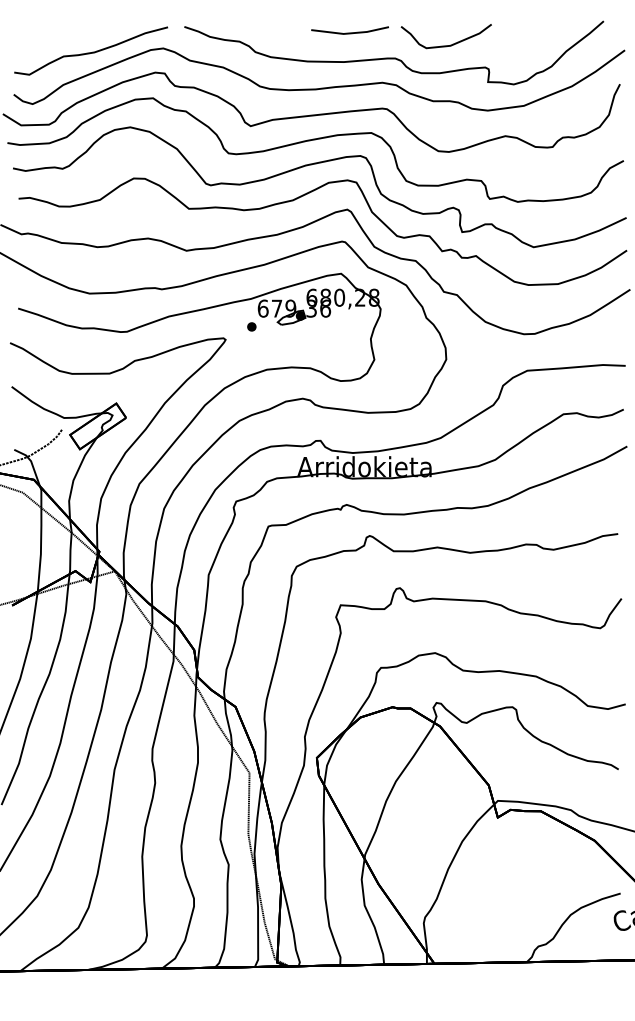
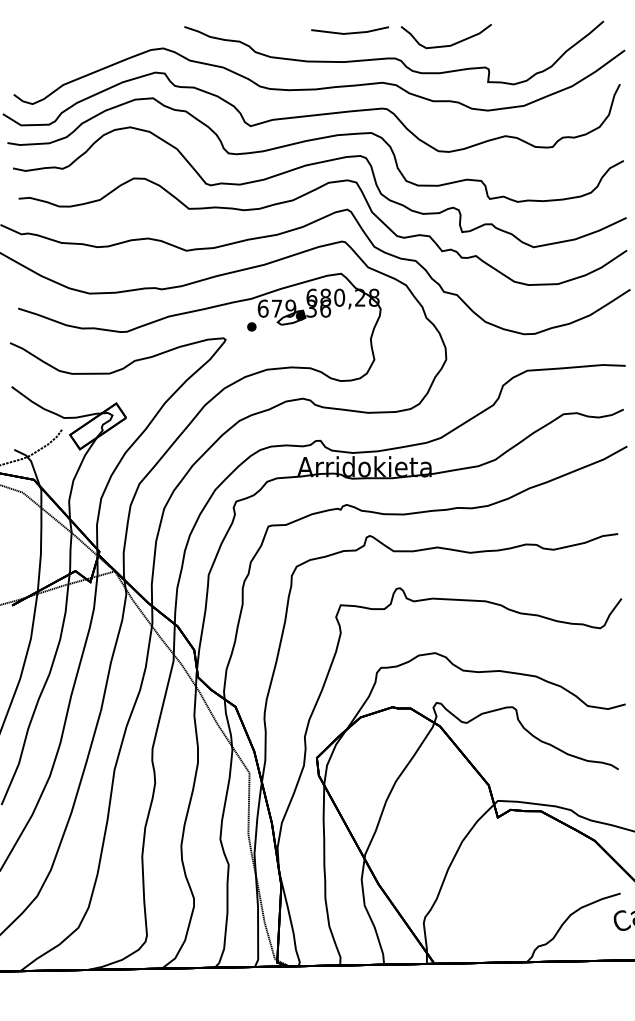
curve at (92, 51): present -> none
